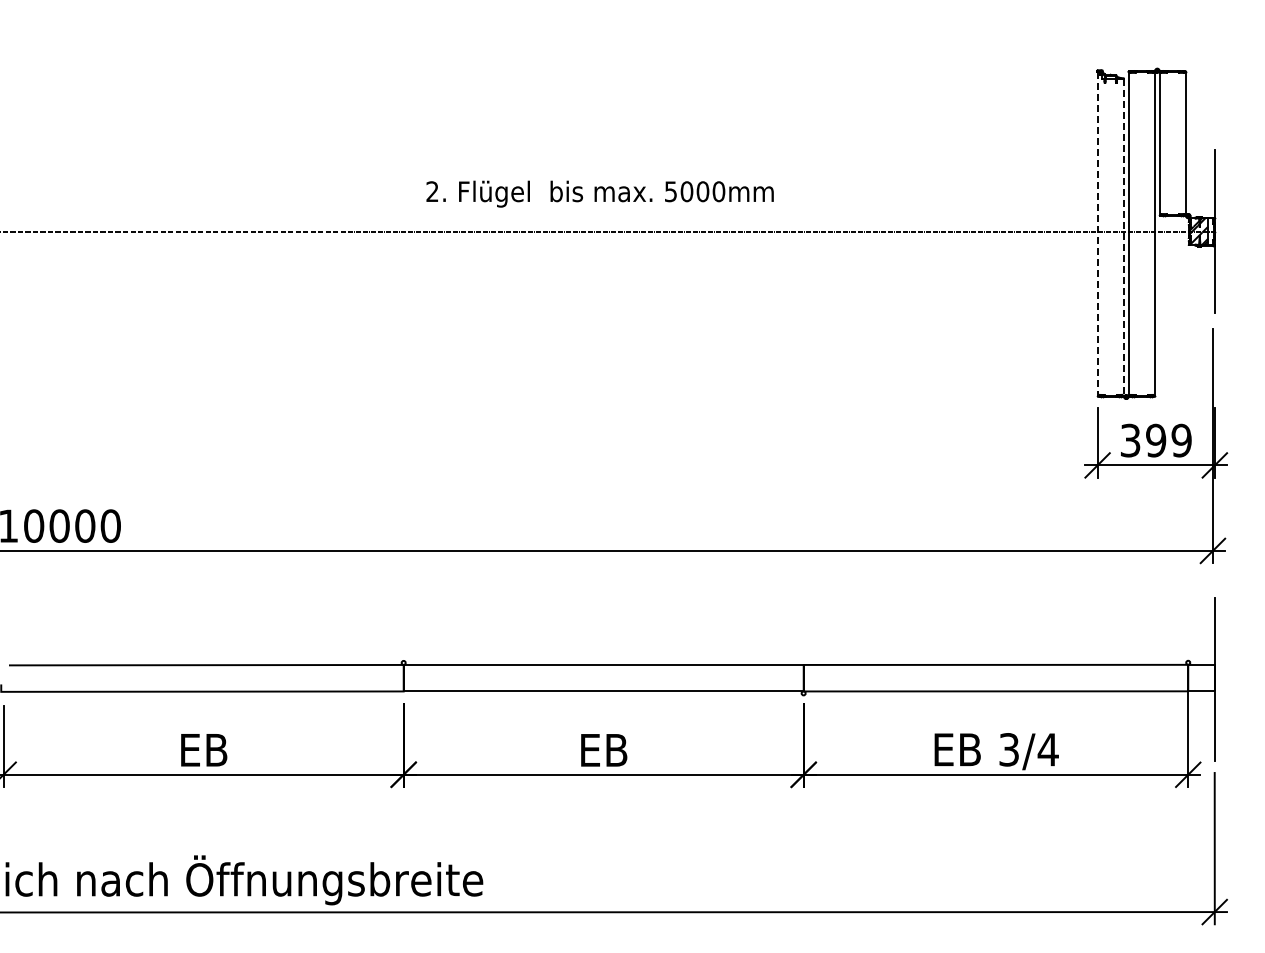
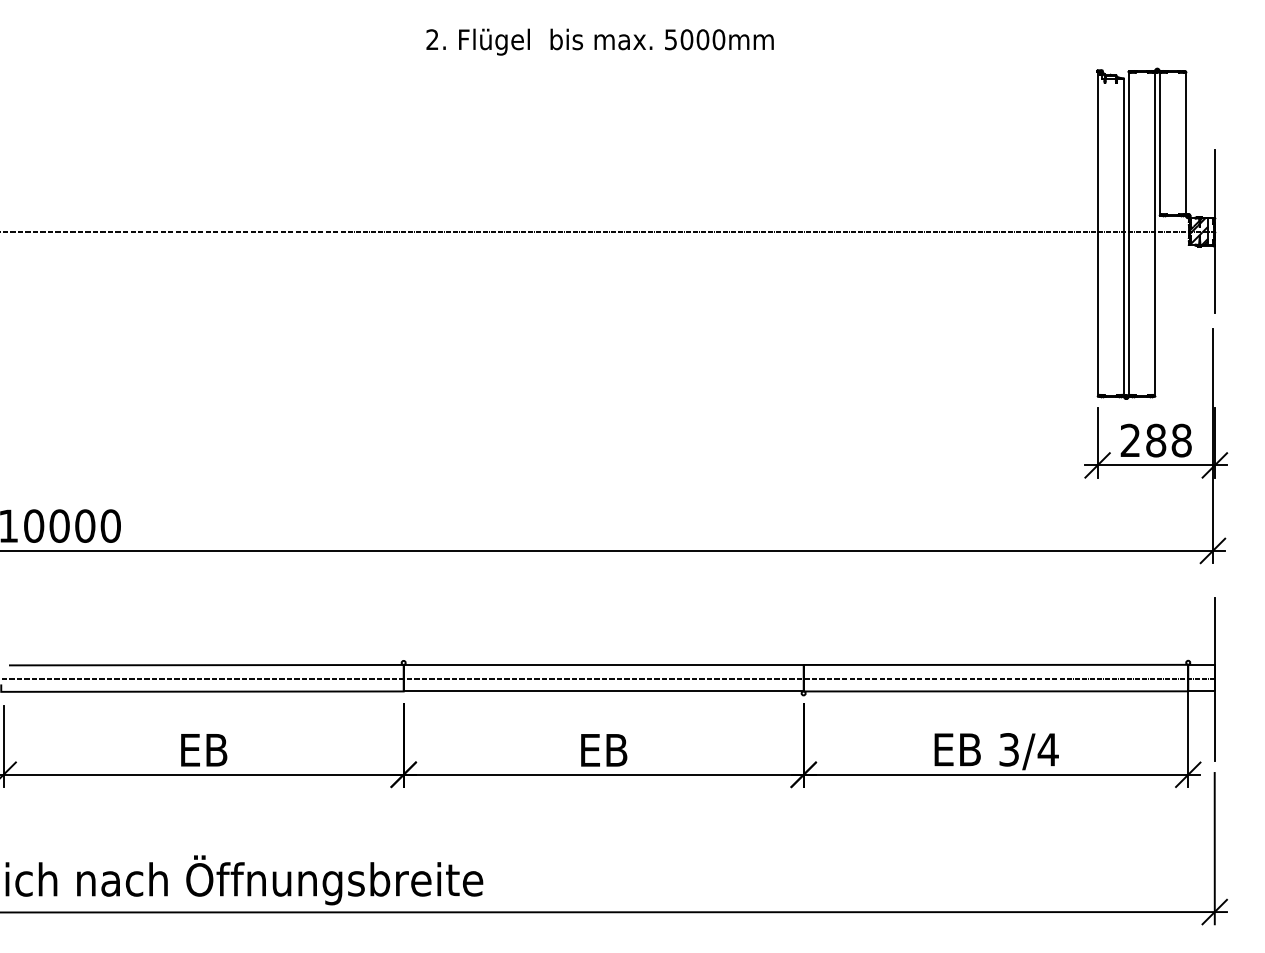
text at (599, 193) position: (599, 193) -> (599, 41)
line at (1097, 233): dashed -> solid
line at (1124, 237): dashed -> solid
text at (1155, 440): 399 -> 288
line at (608, 679): none -> present
